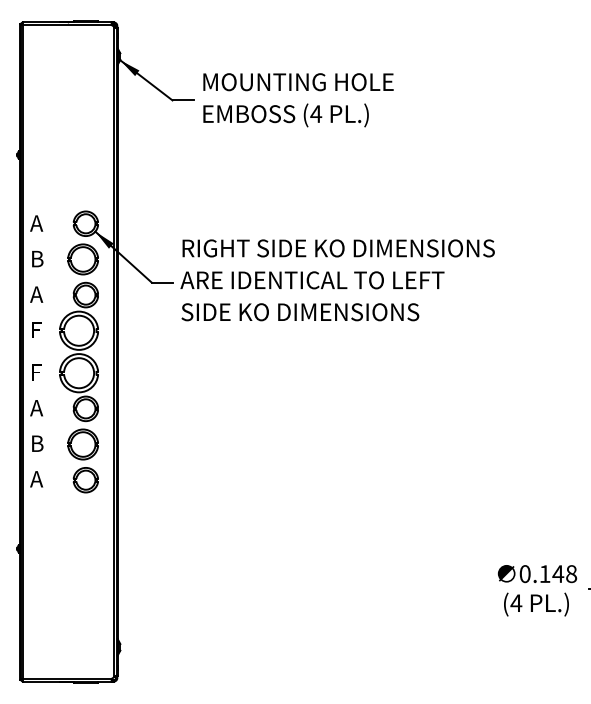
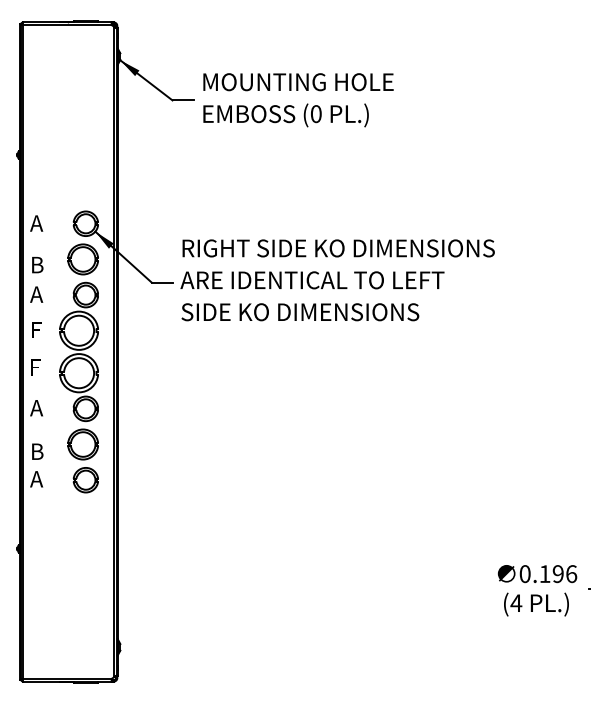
text at (316, 114): (4 -> (0
text at (37, 259) position: (37, 259) -> (37, 265)
text at (36, 372) position: (36, 372) -> (35, 367)
text at (37, 443) position: (37, 443) -> (37, 451)
text at (564, 574): 0.148 -> 0.196
